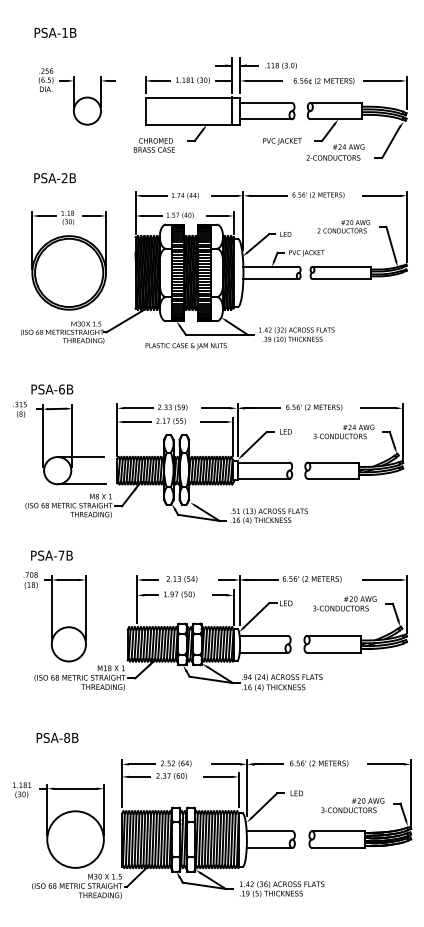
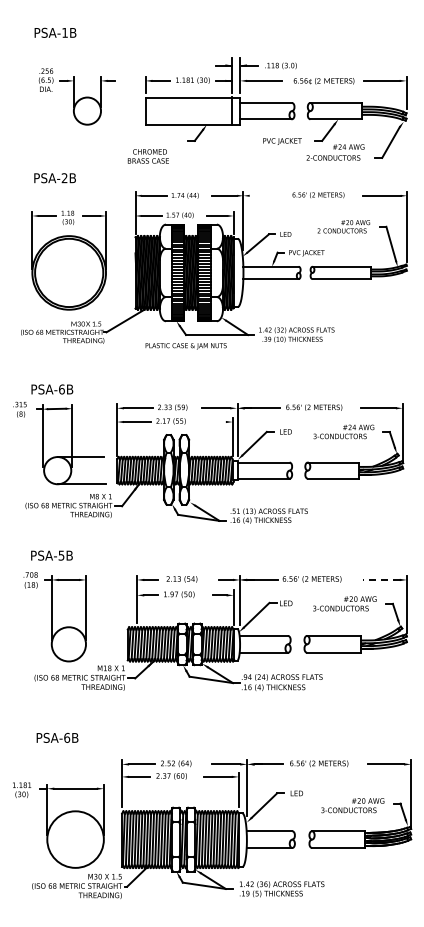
text at (153, 145) position: (153, 145) -> (147, 156)
line at (268, 195): present -> none
line at (213, 422): present -> none
text at (61, 555): PSA-7B -> PSA-5B
line at (381, 579): solid -> dashed
text at (67, 737): PSA-8B -> PSA-6B
